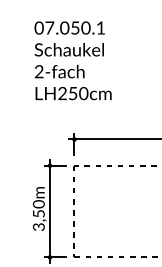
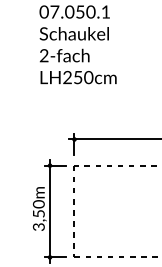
text at (72, 60) position: (72, 60) -> (77, 44)
